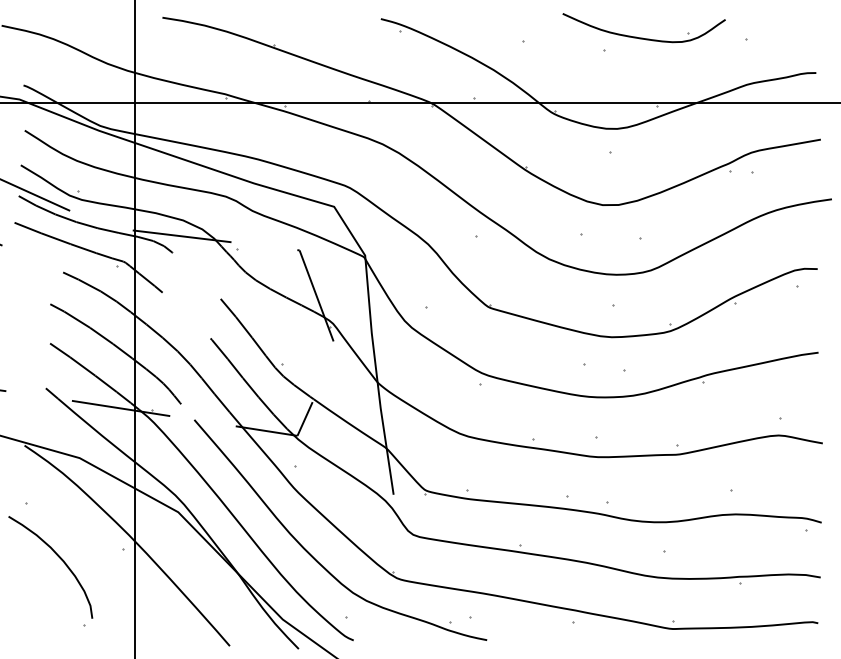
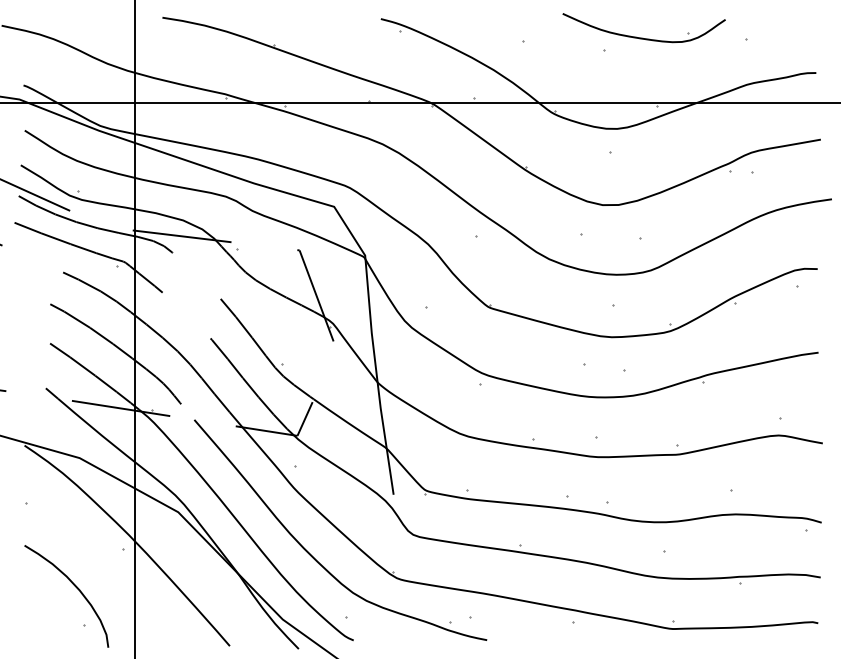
curve at (59, 558) position: (59, 558) -> (75, 587)
